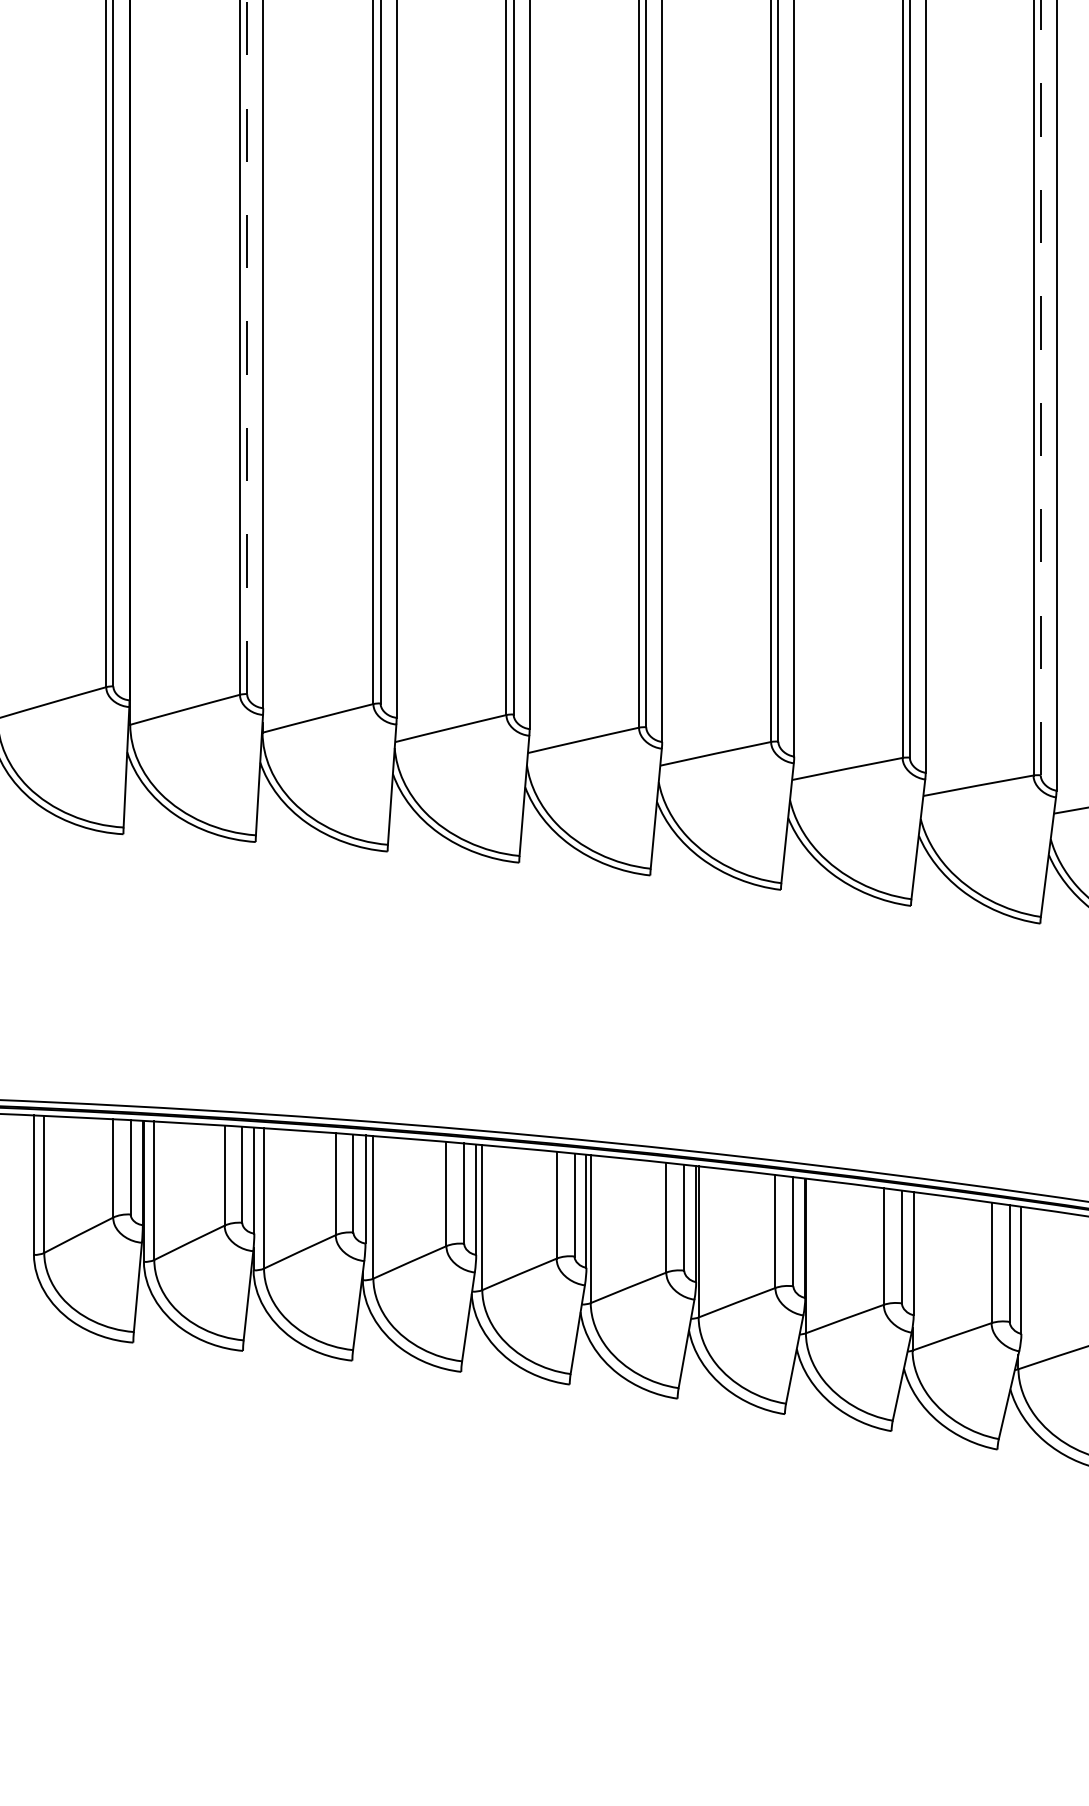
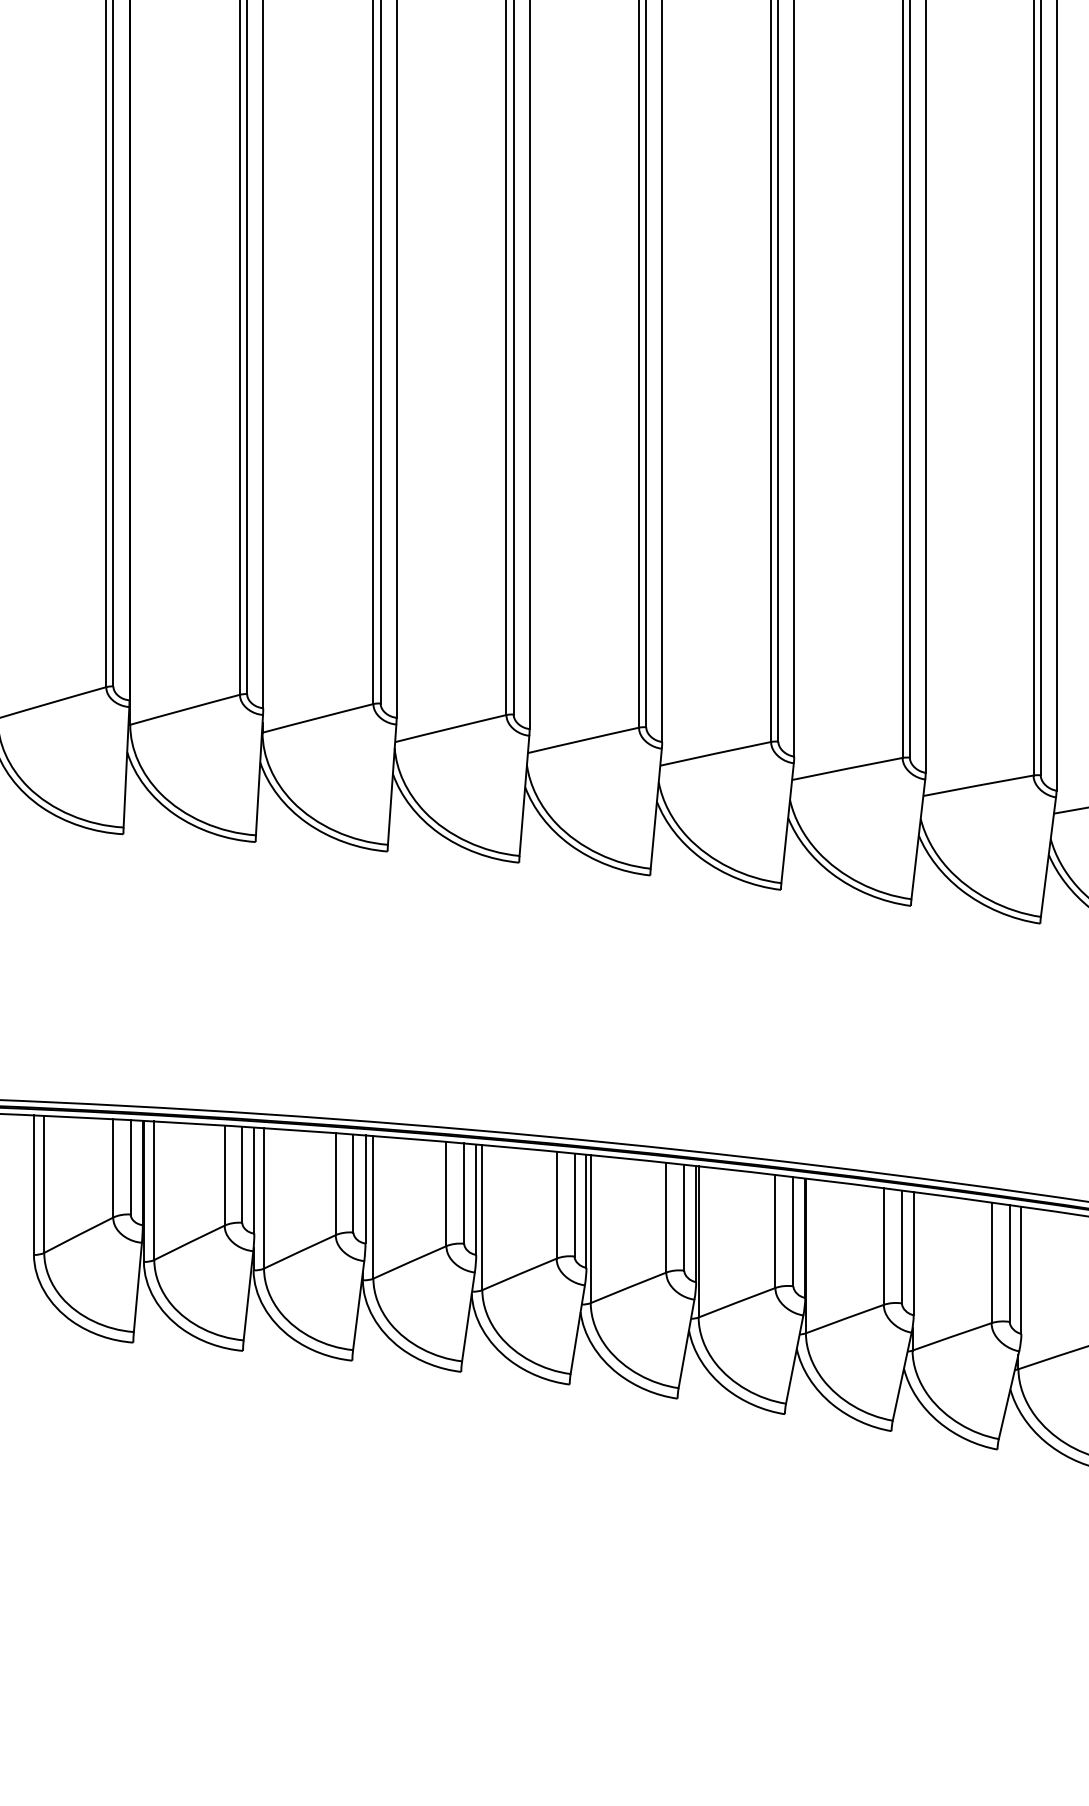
line at (247, 347): dashed -> solid
line at (1040, 387): dashed -> solid
